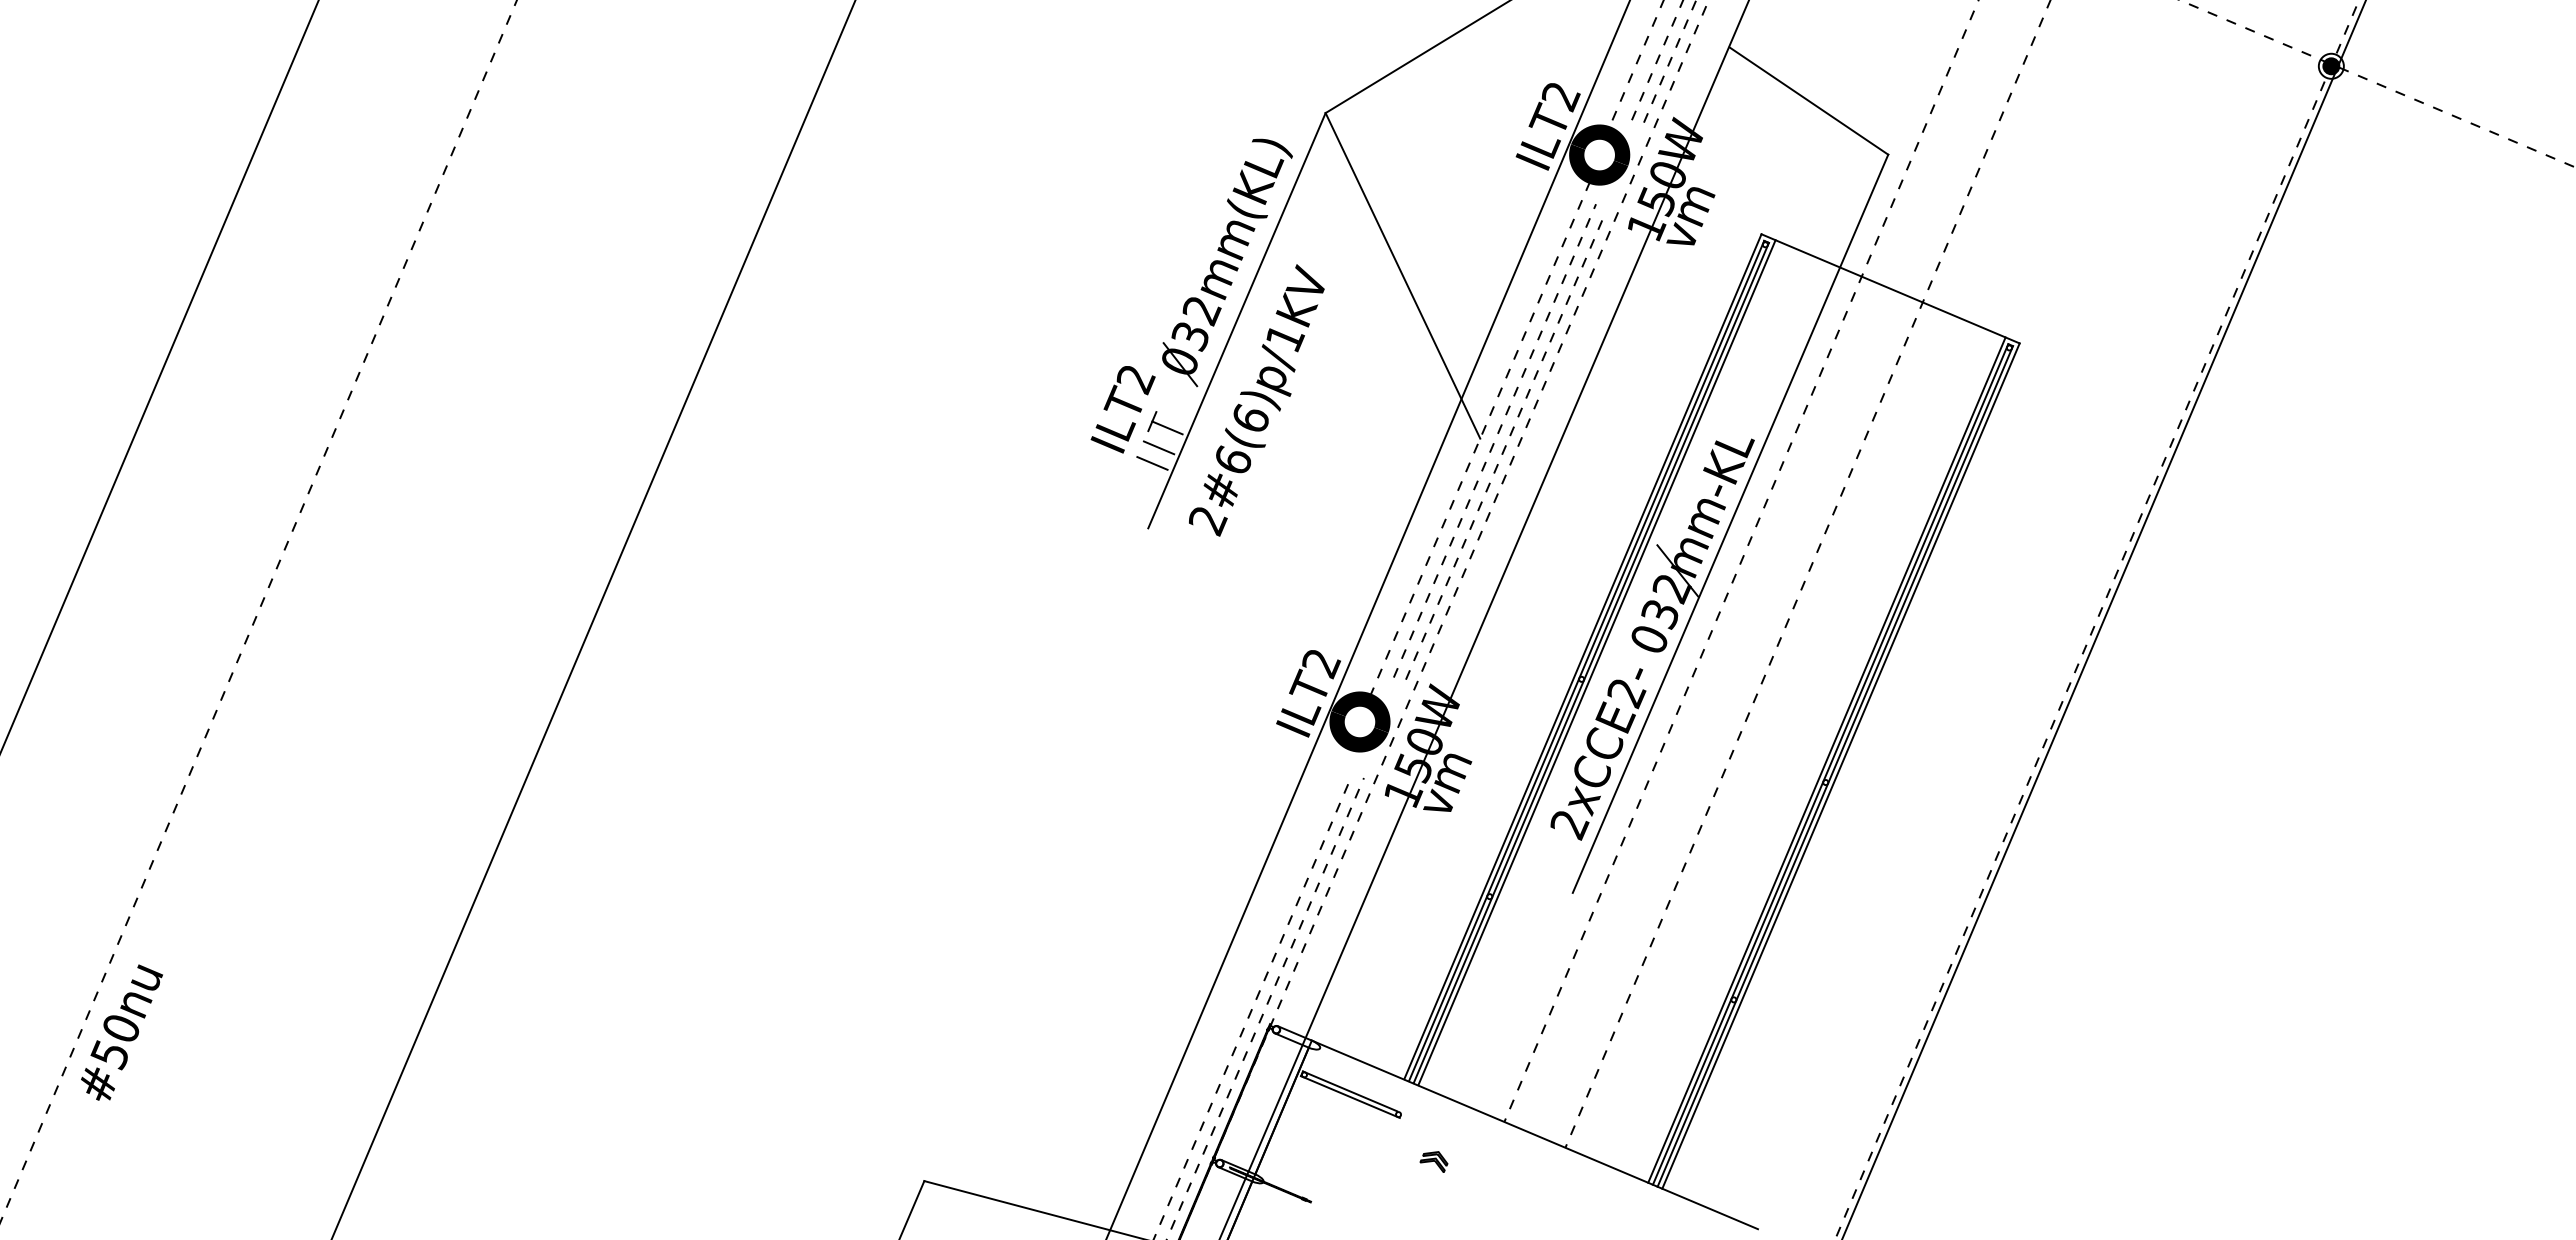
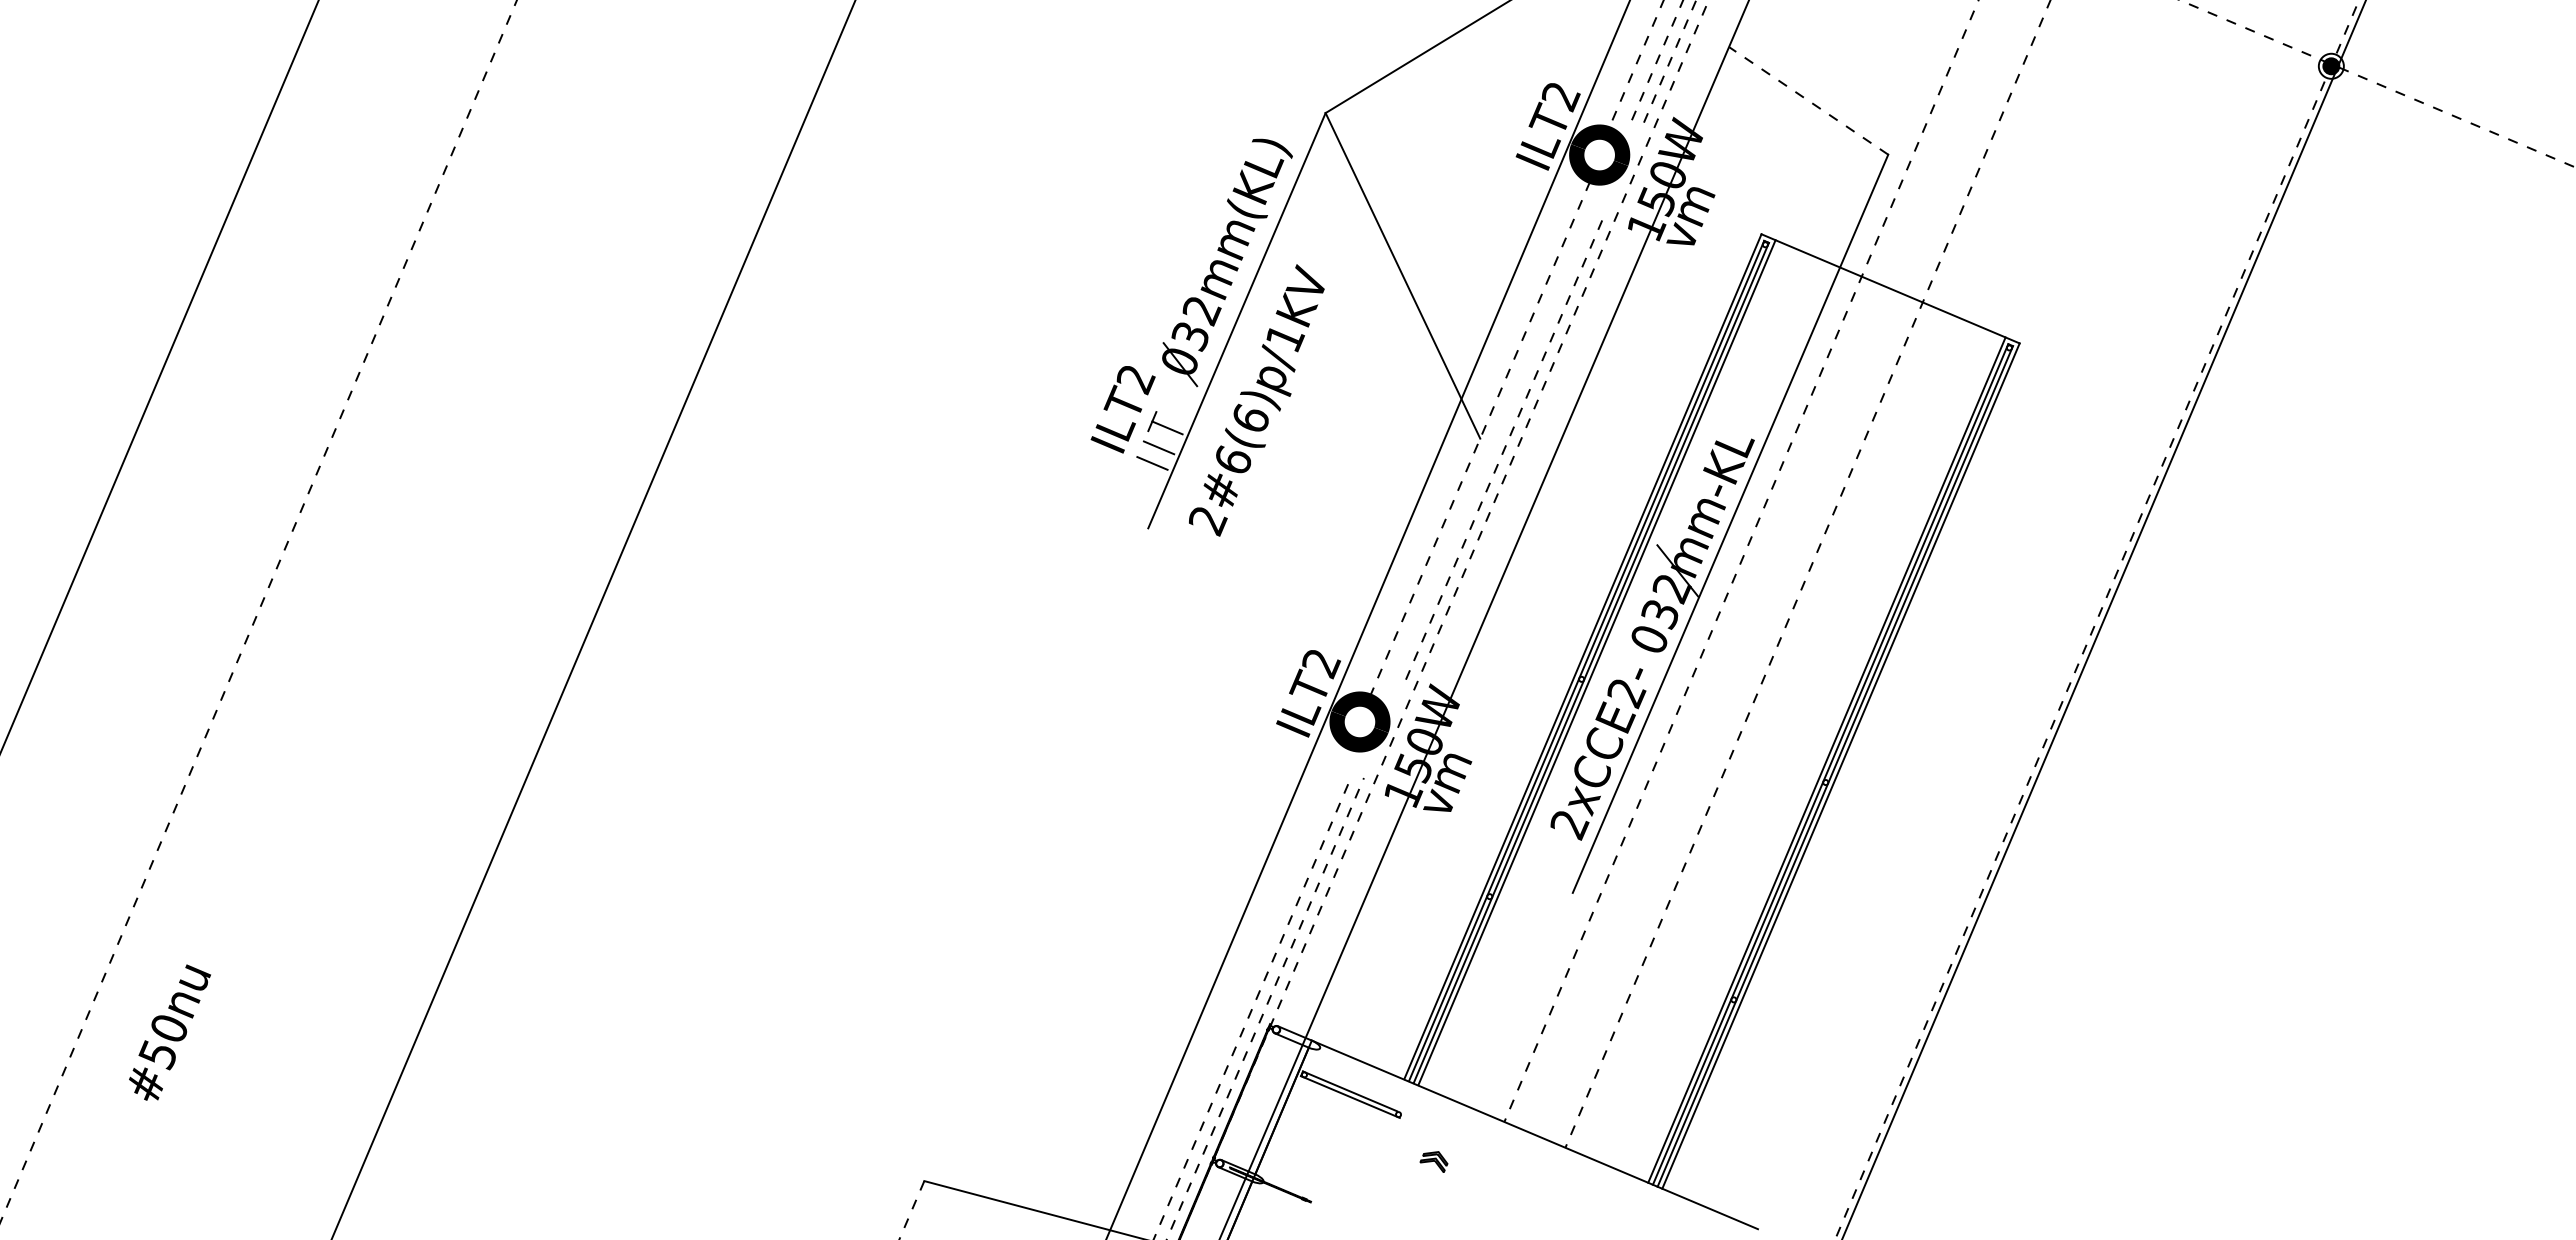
line at (1808, 101): solid -> dashed
line at (1494, 443): present -> none
text at (121, 1032) position: (121, 1032) -> (169, 1032)
line at (911, 1210): solid -> dashed
